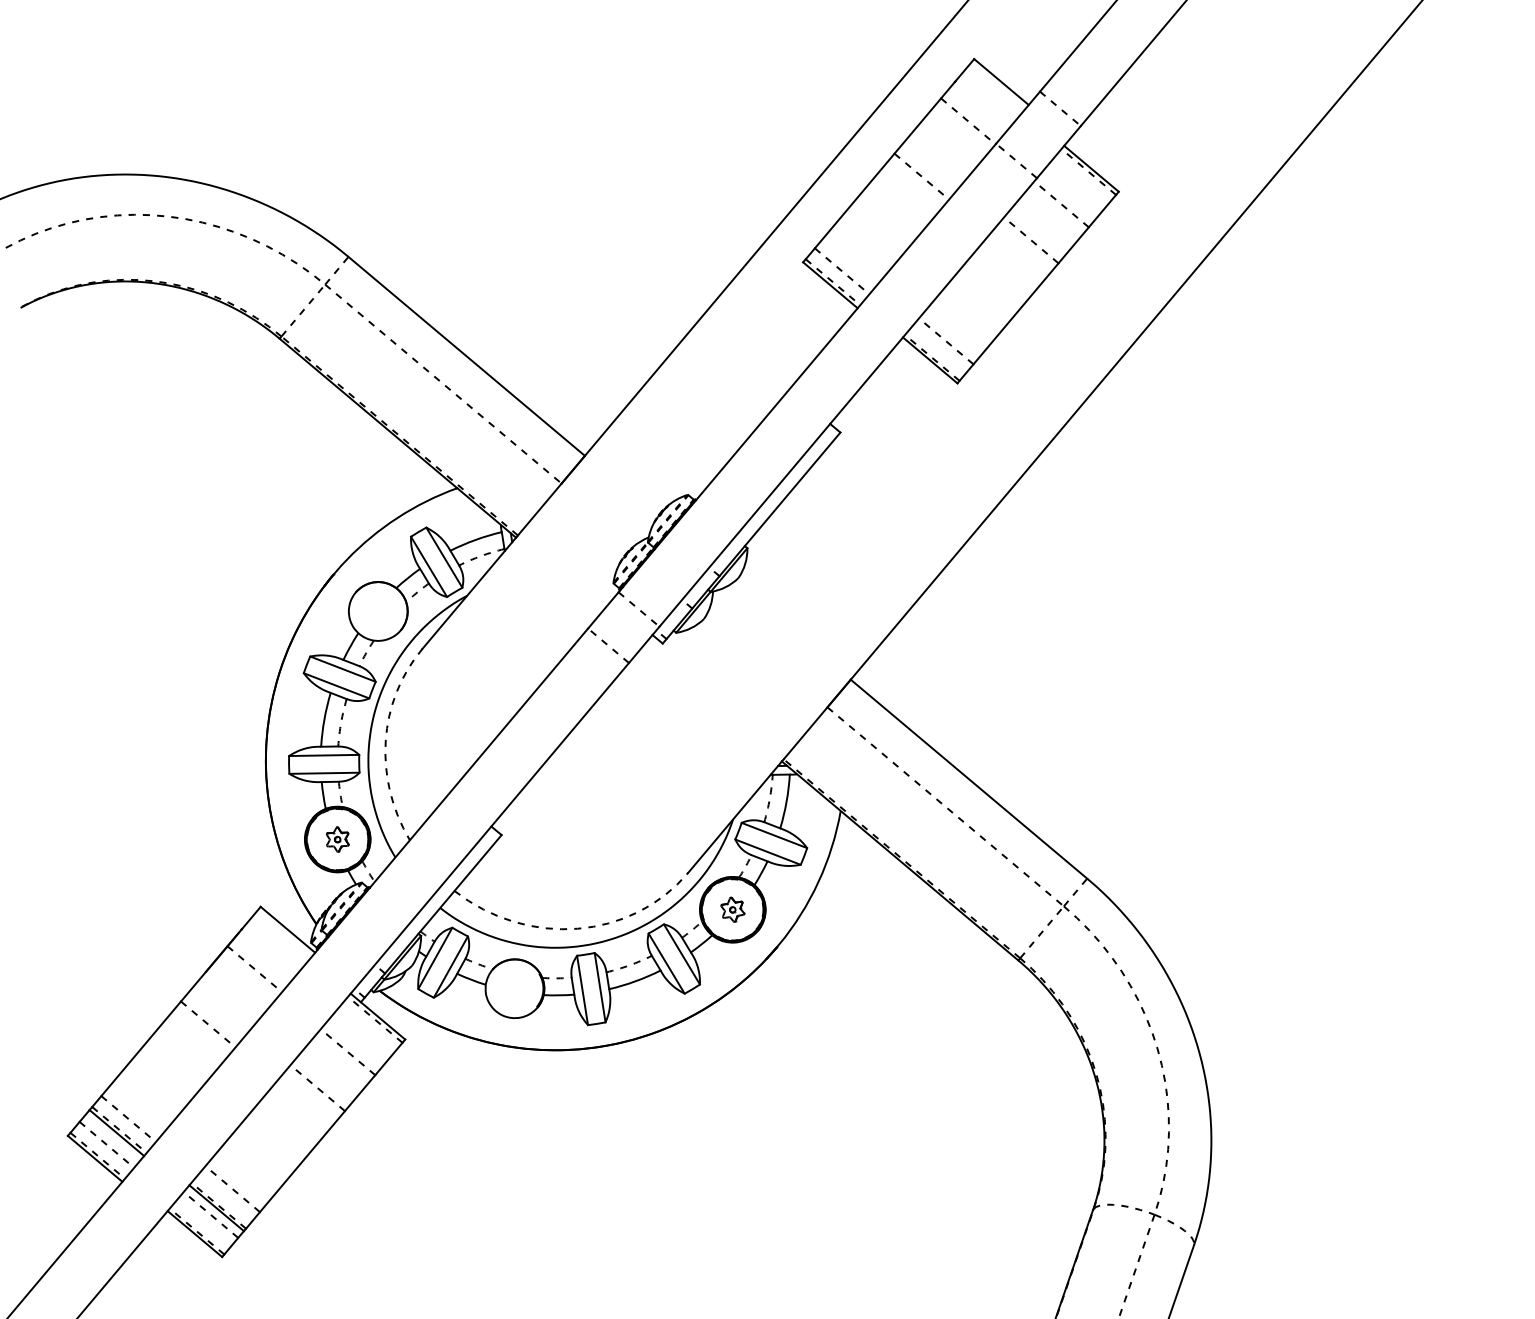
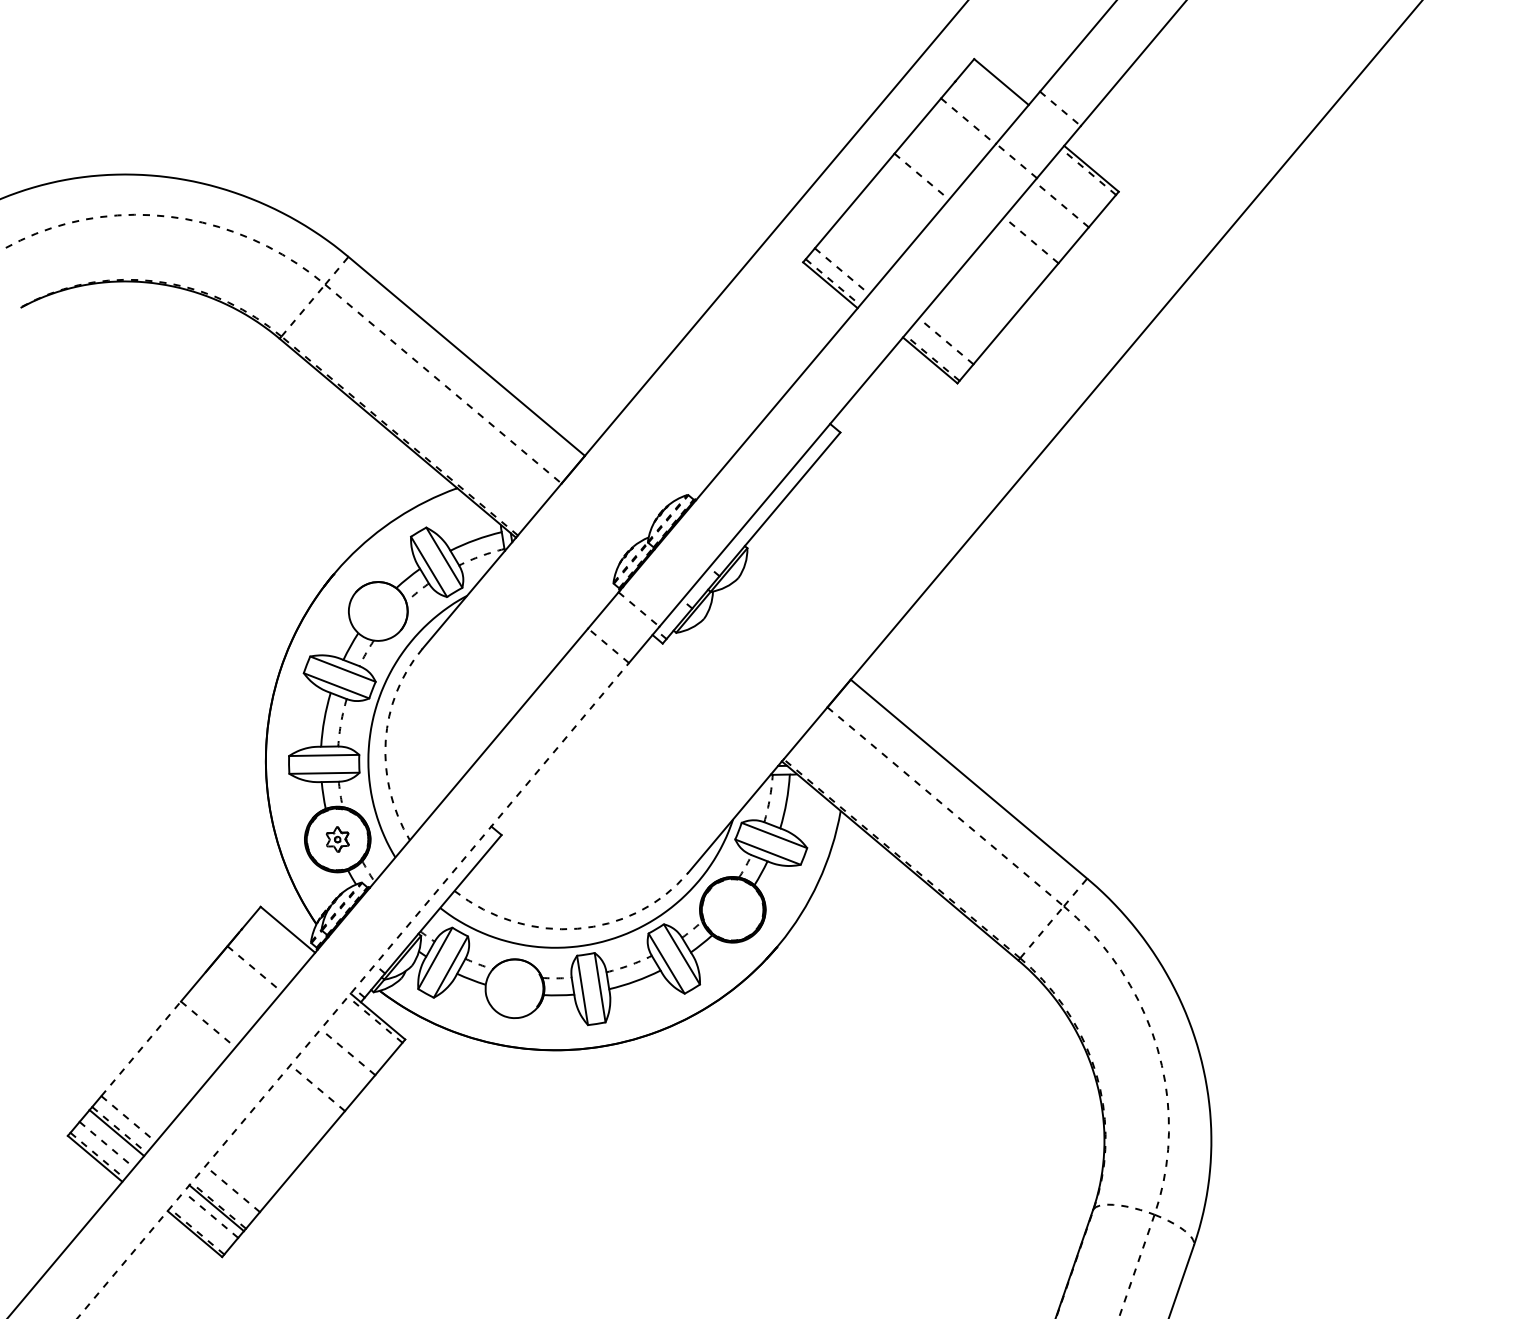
part at (732, 909): present -> none
line at (353, 990): solid -> dashed
line at (141, 1048): solid -> dashed
